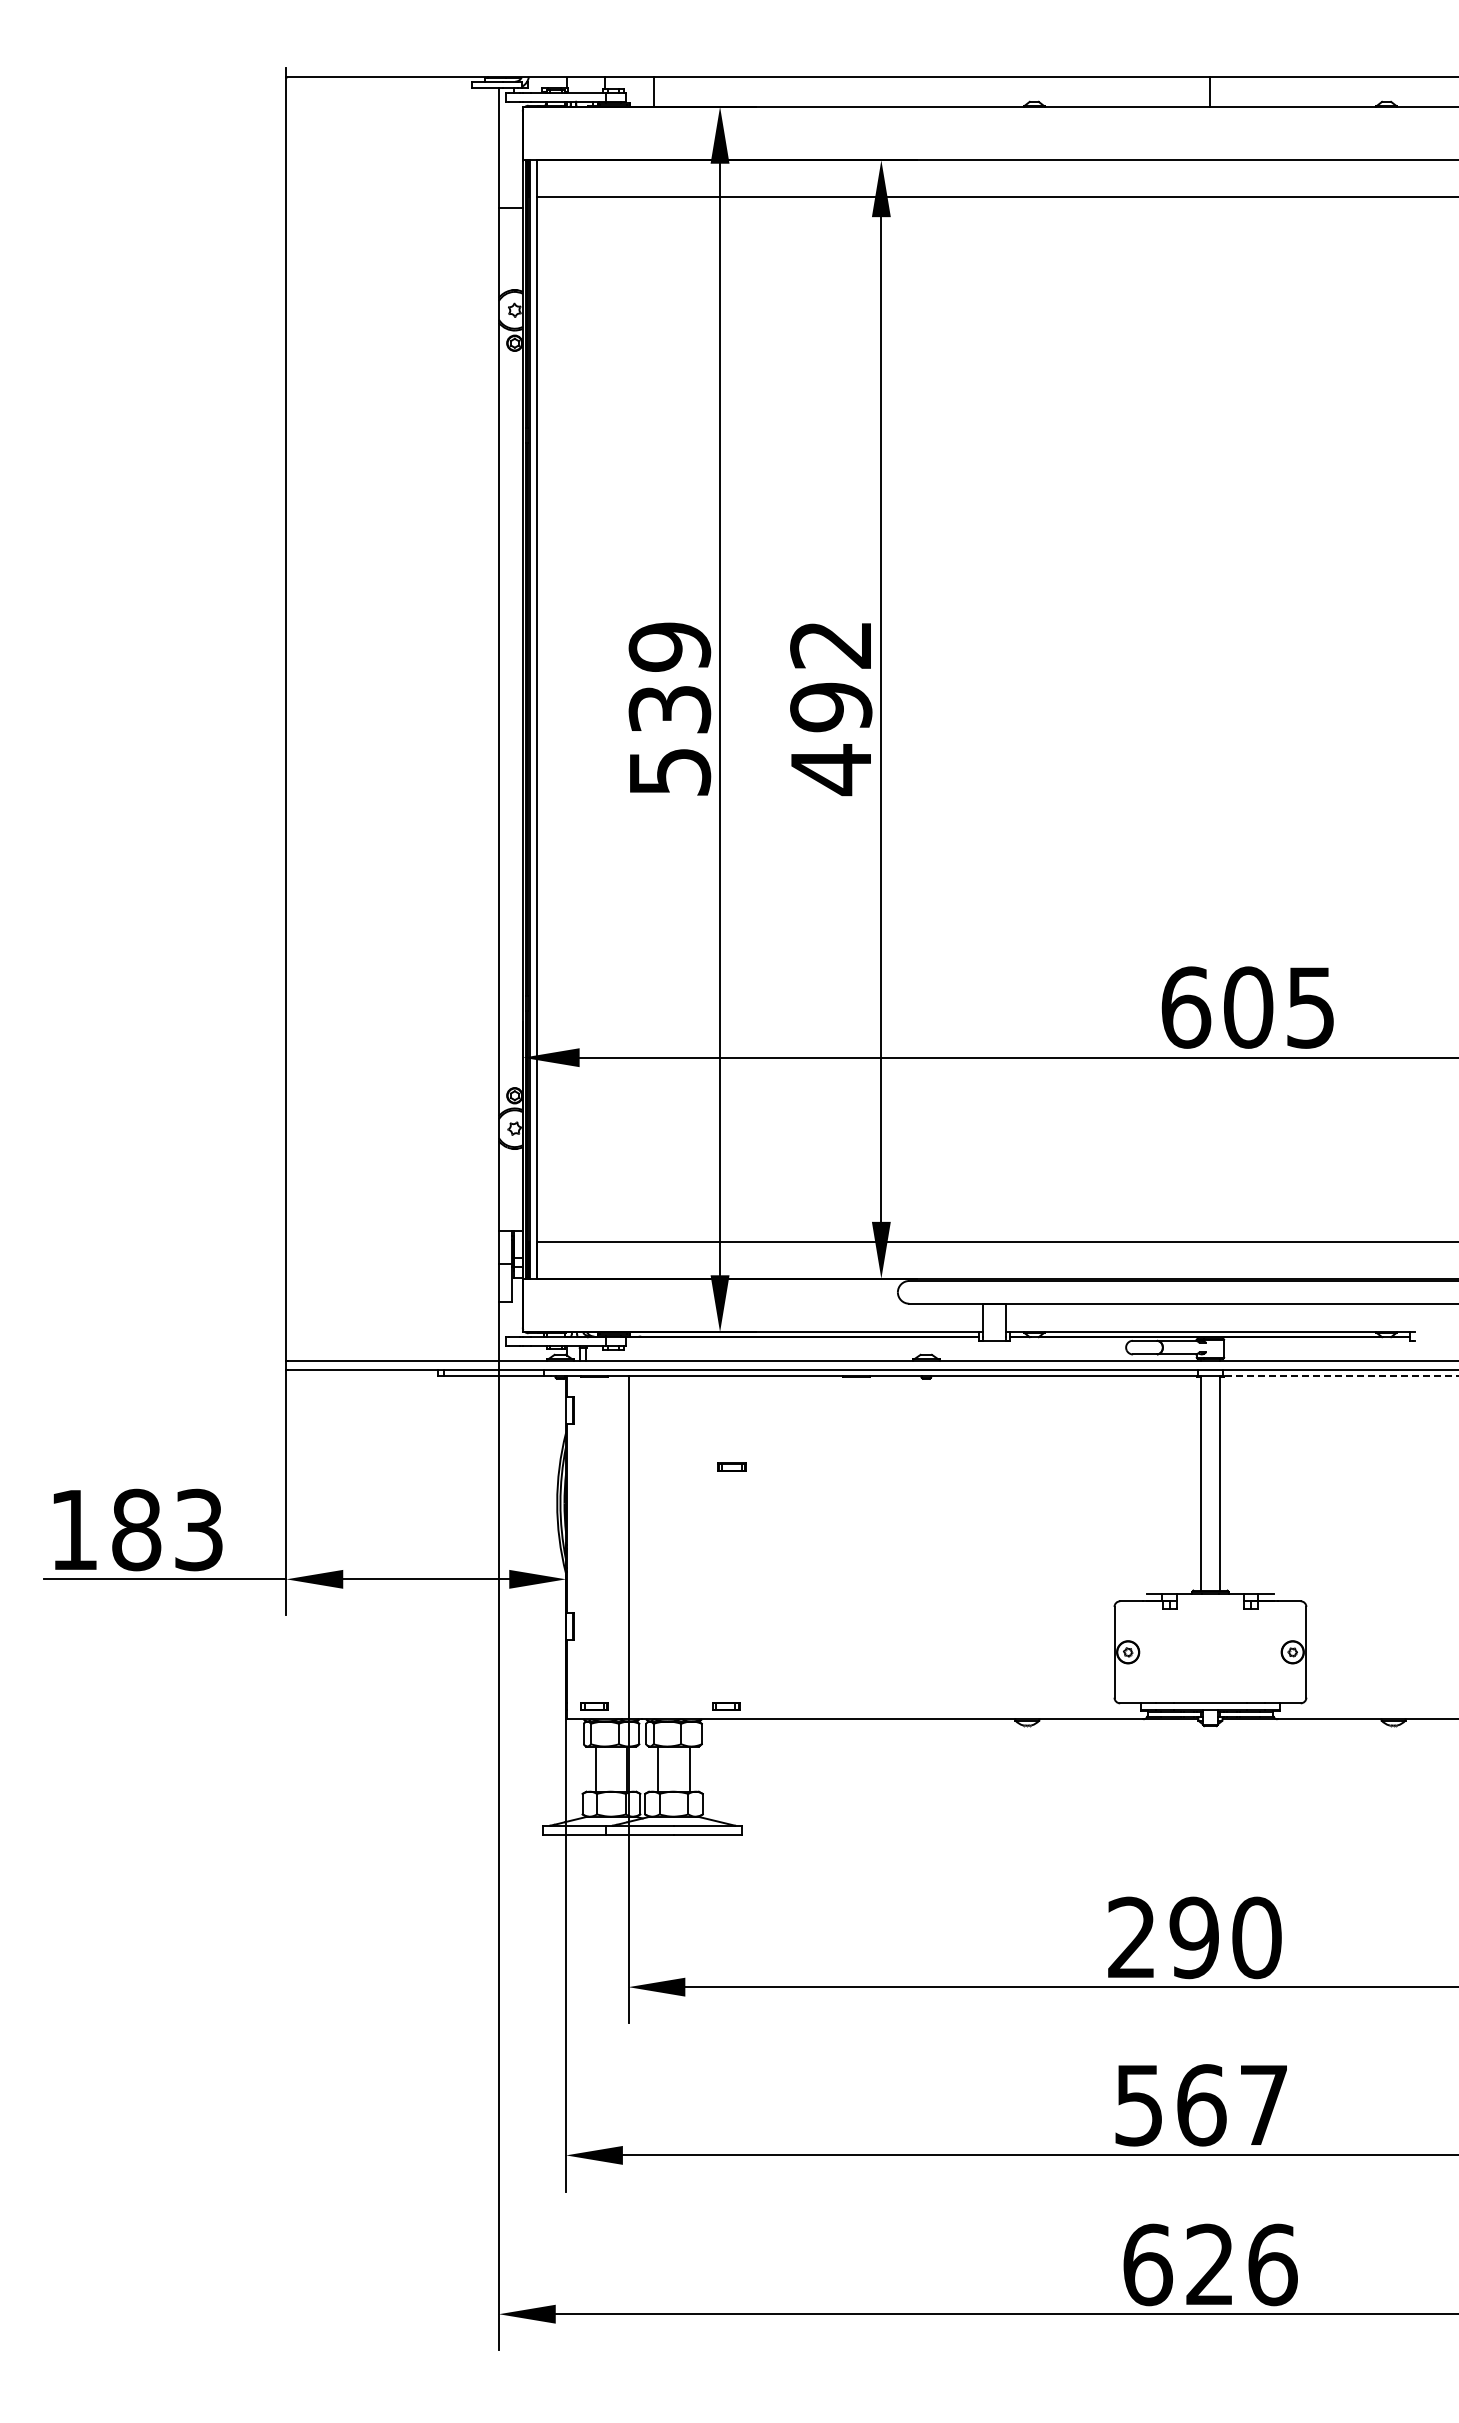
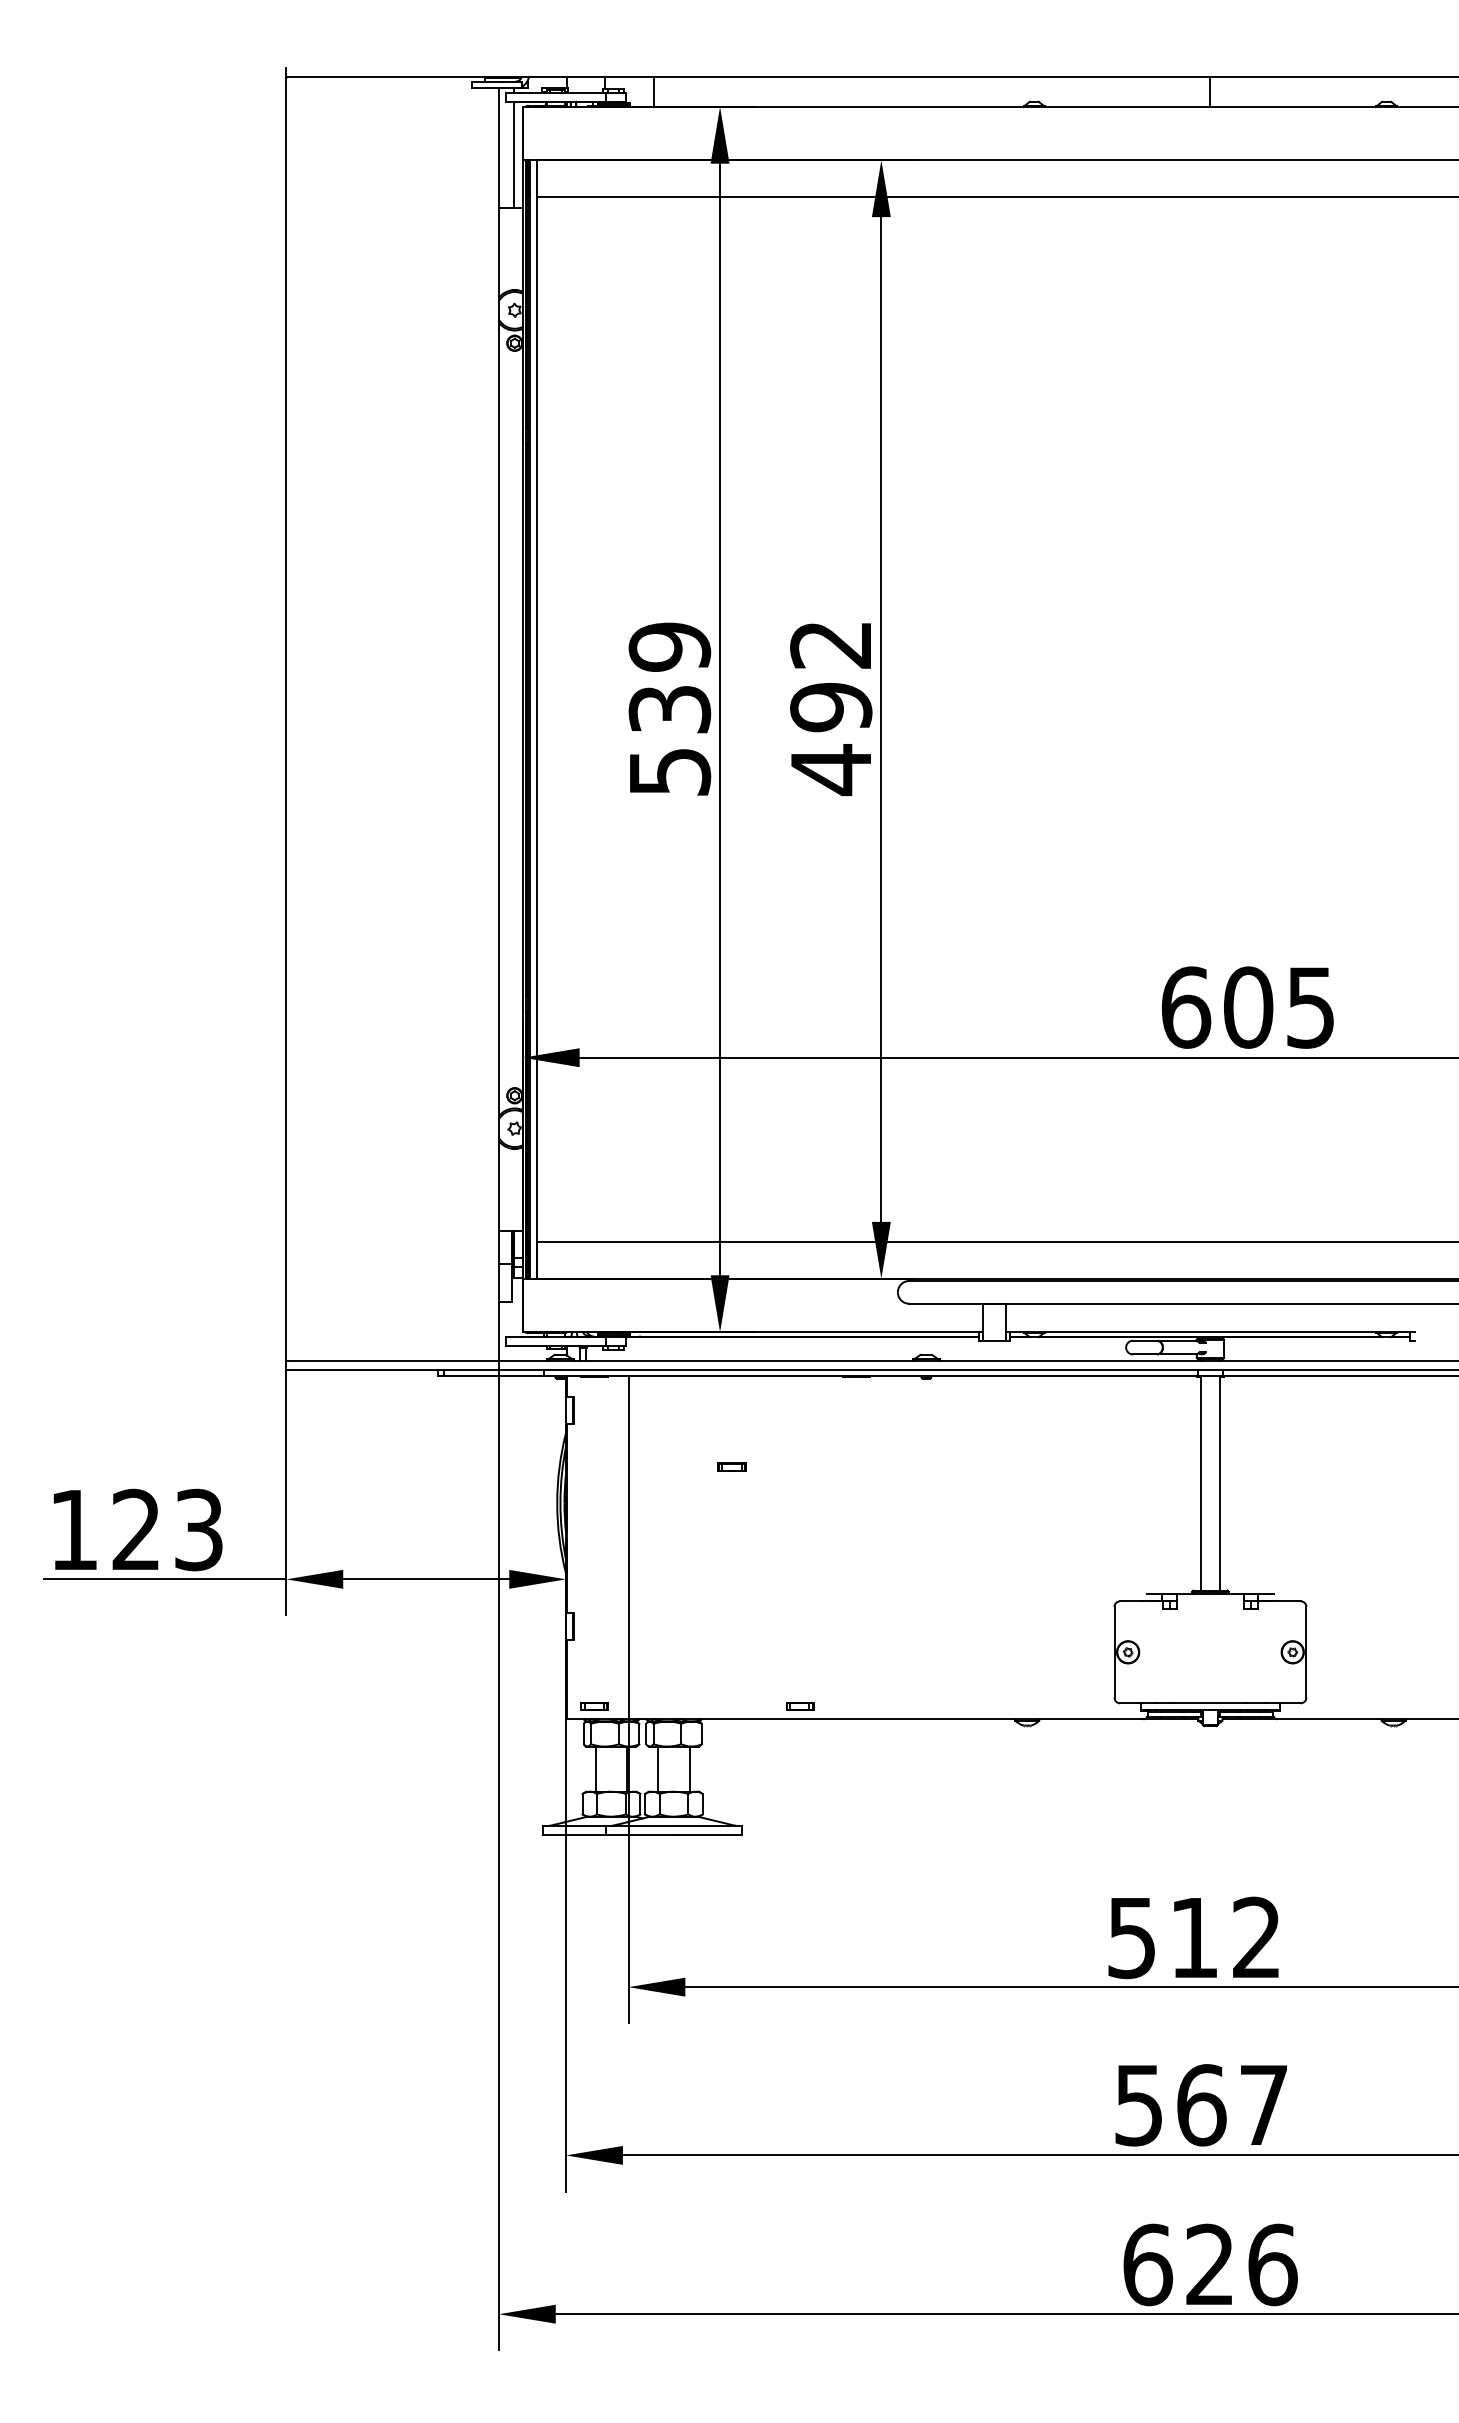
line at (514, 154): none -> present
line at (1340, 1376): dashed -> solid
text at (136, 1529): 183 -> 123
part at (726, 1706) position: (726, 1706) -> (800, 1706)
text at (1194, 1937): 290 -> 512
